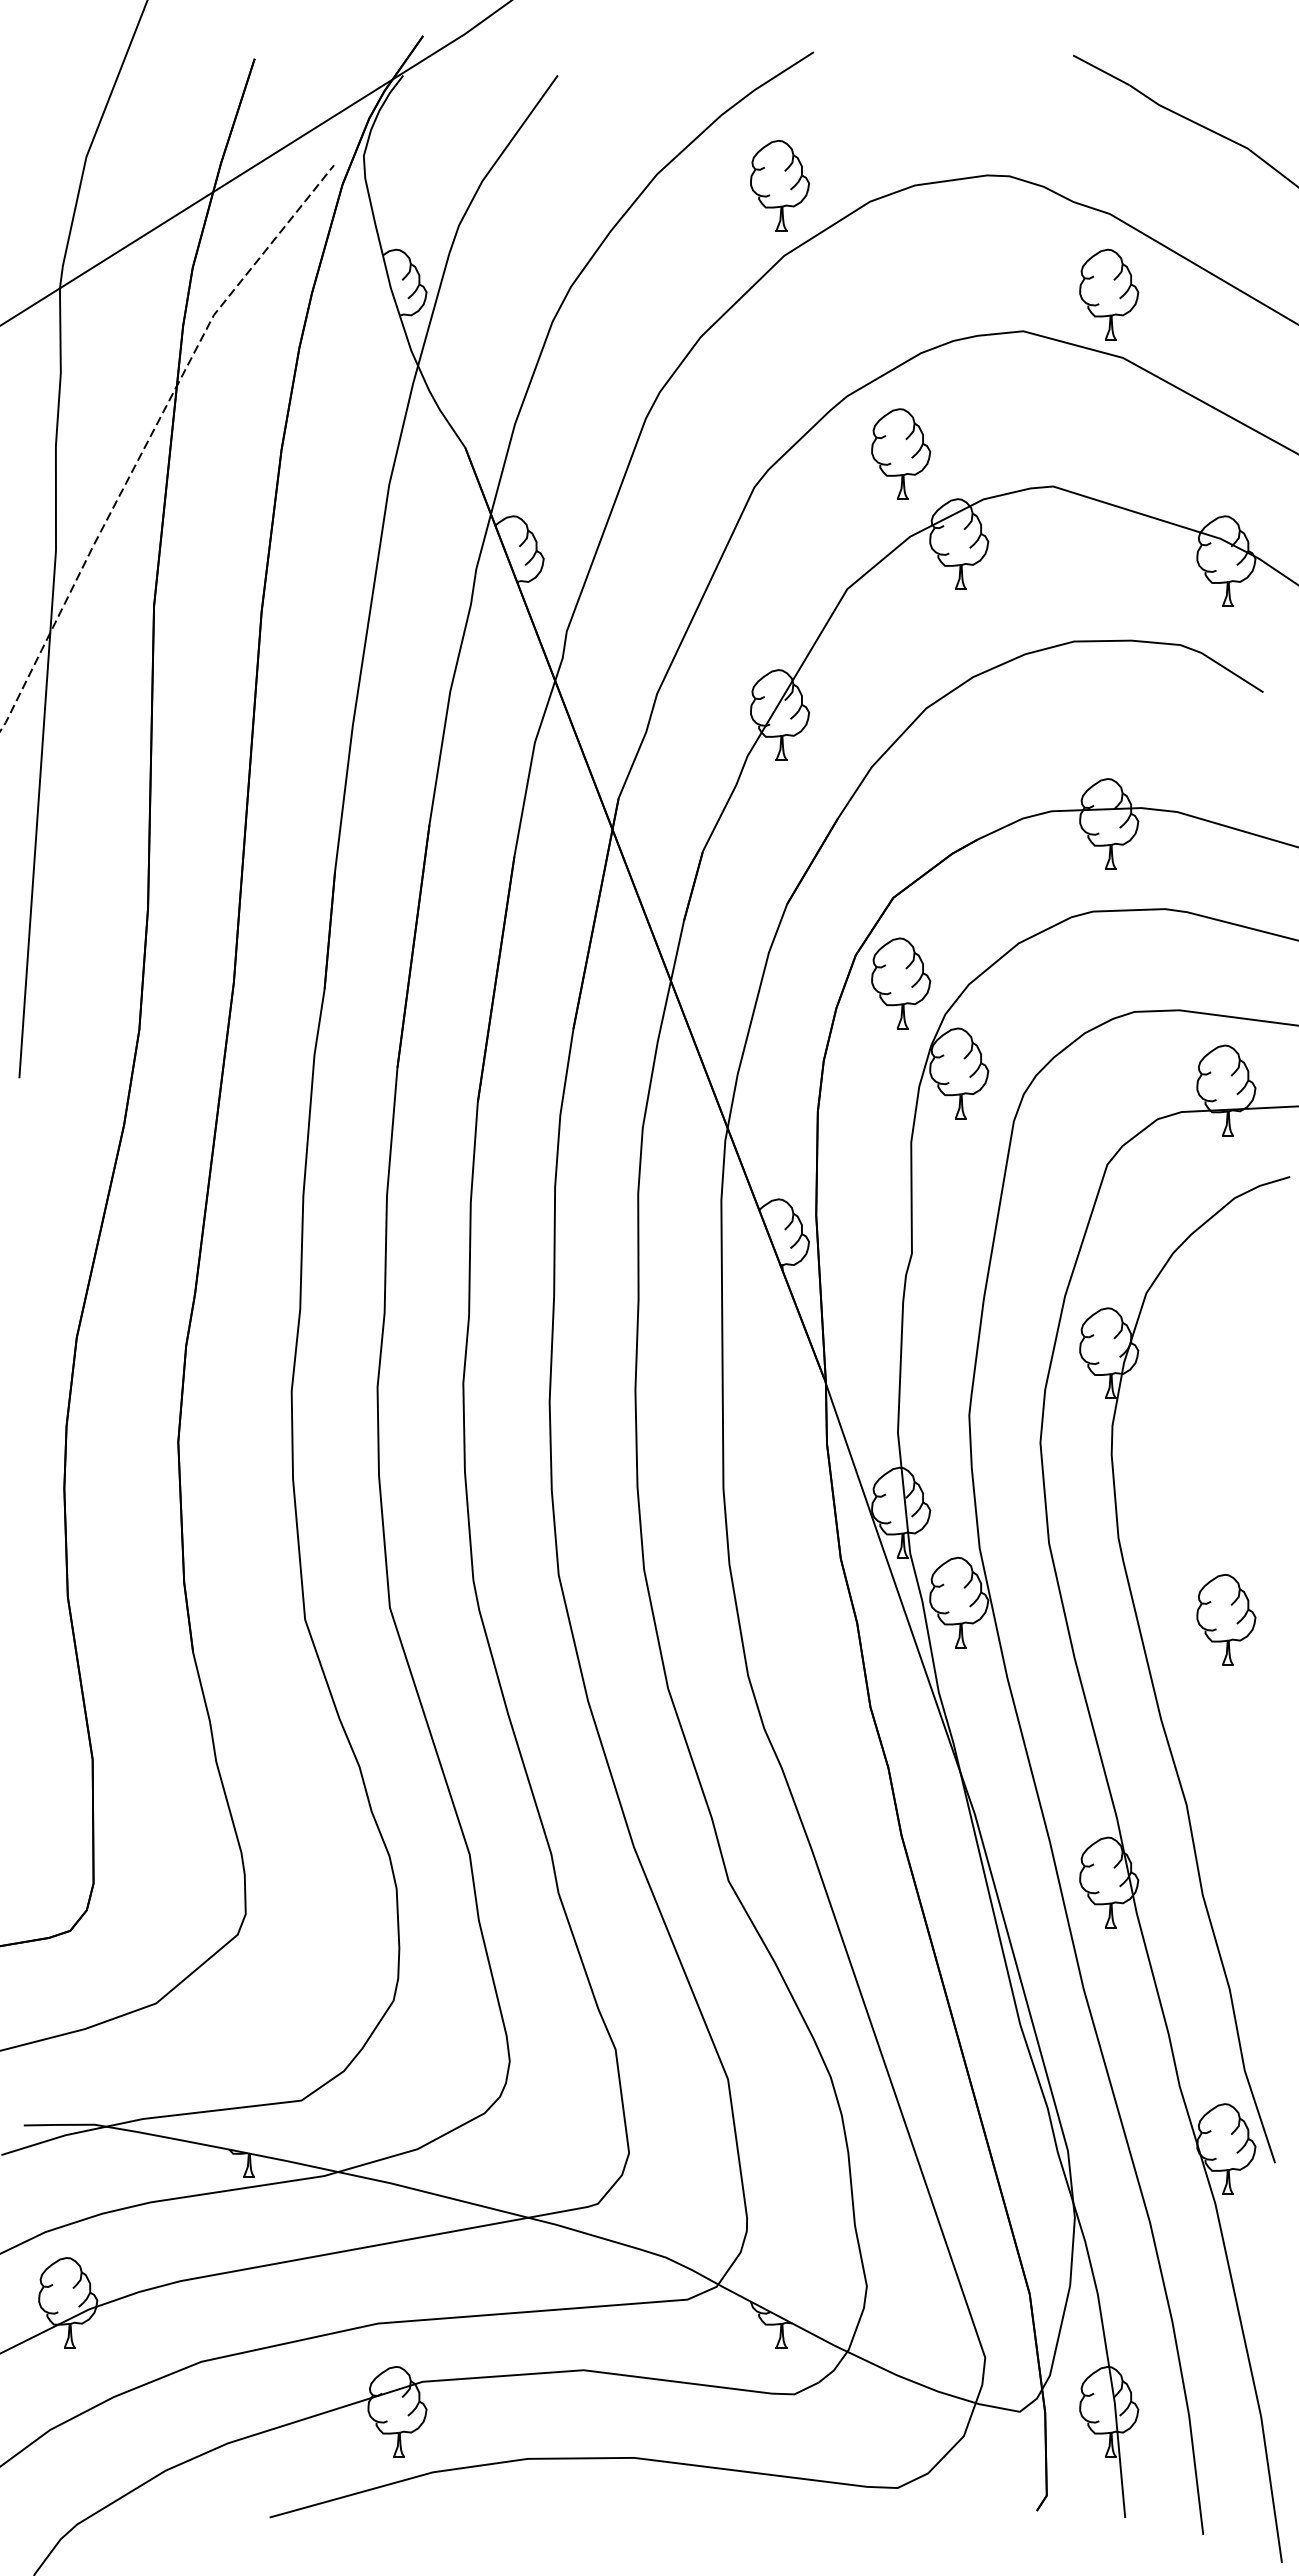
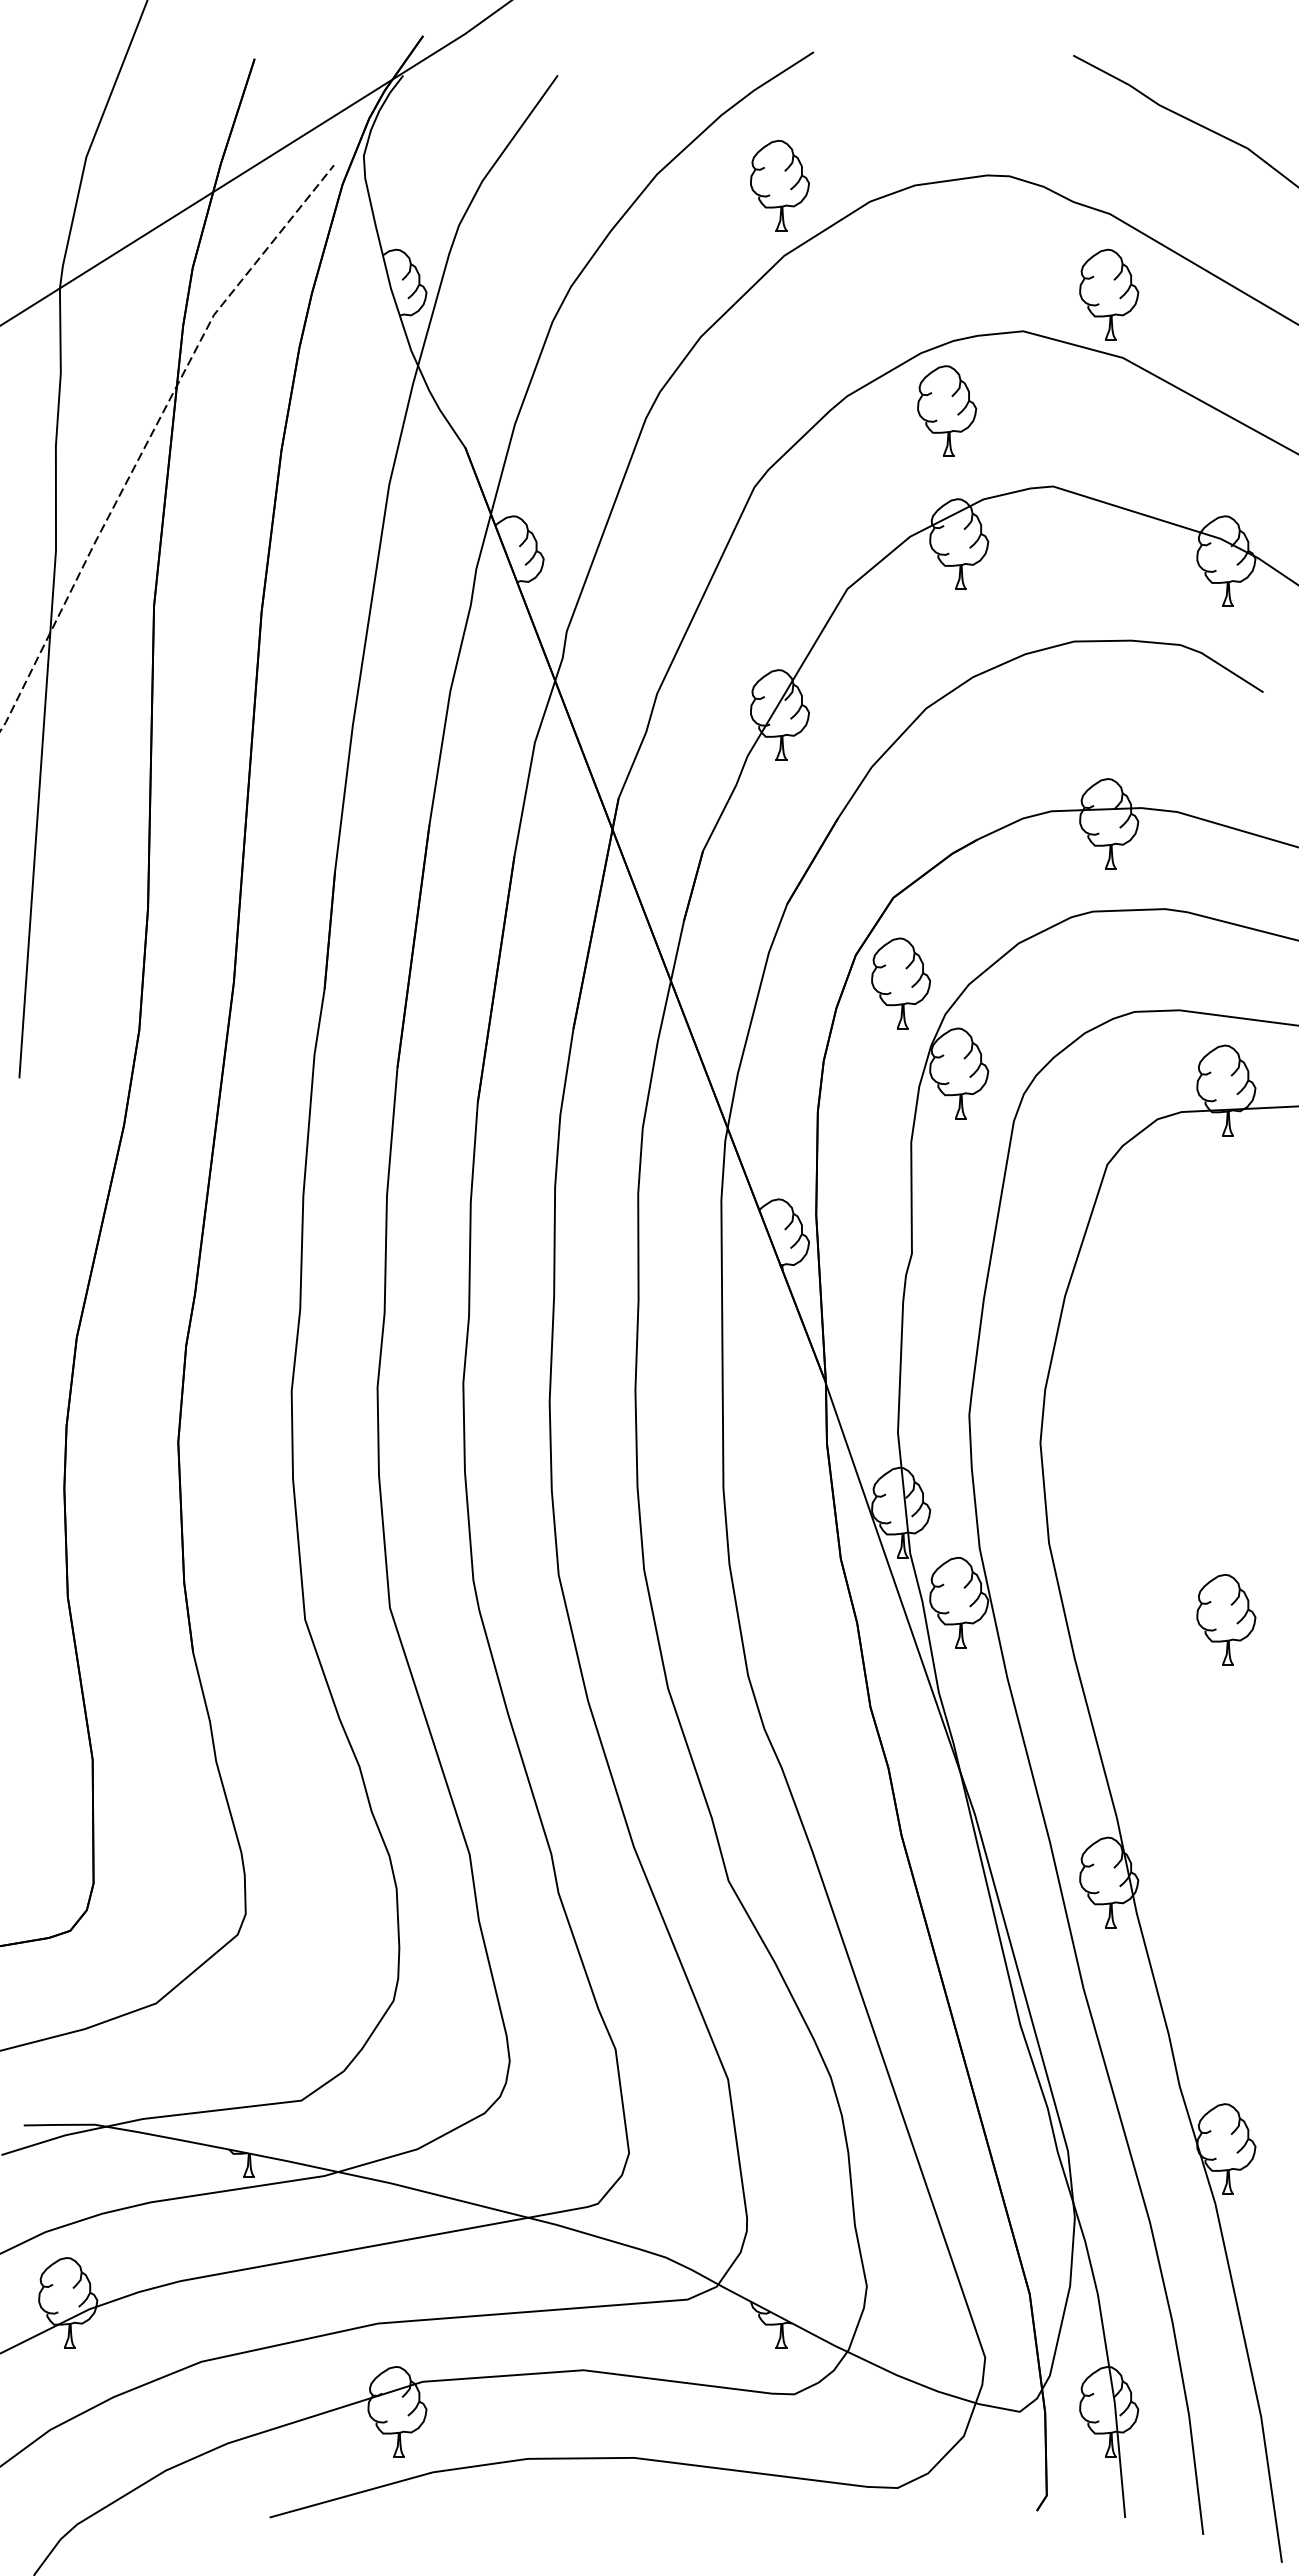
part at (901, 453) position: (901, 453) -> (947, 410)
part at (1151, 1673): present -> none
